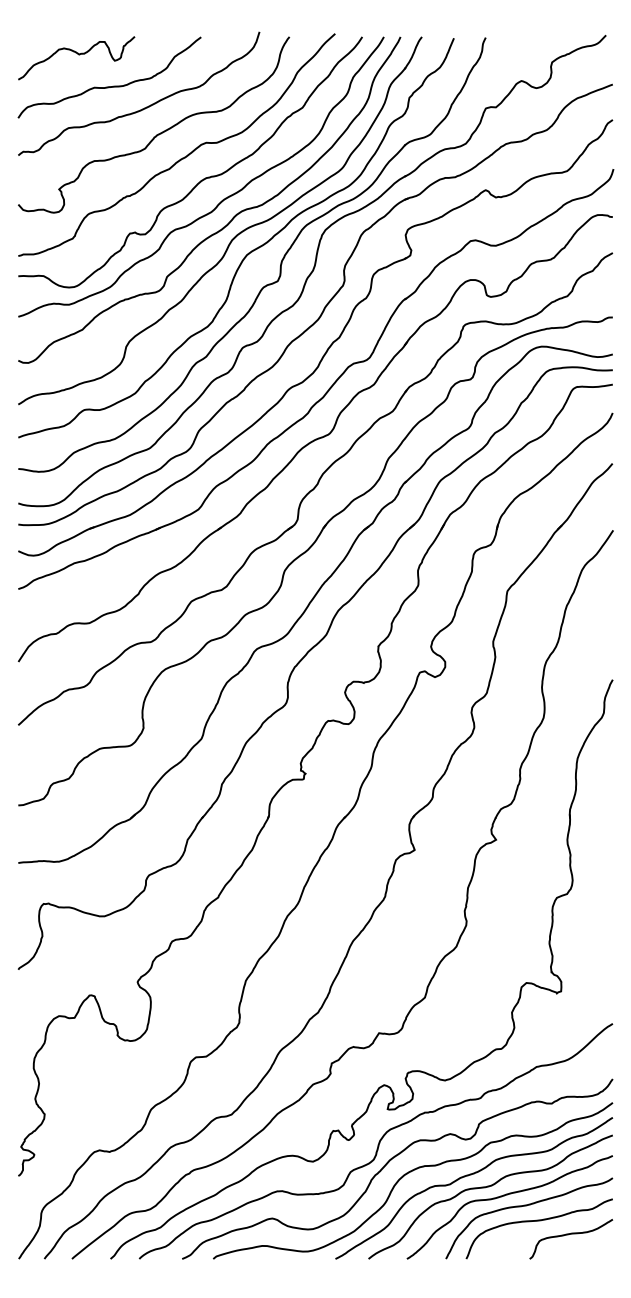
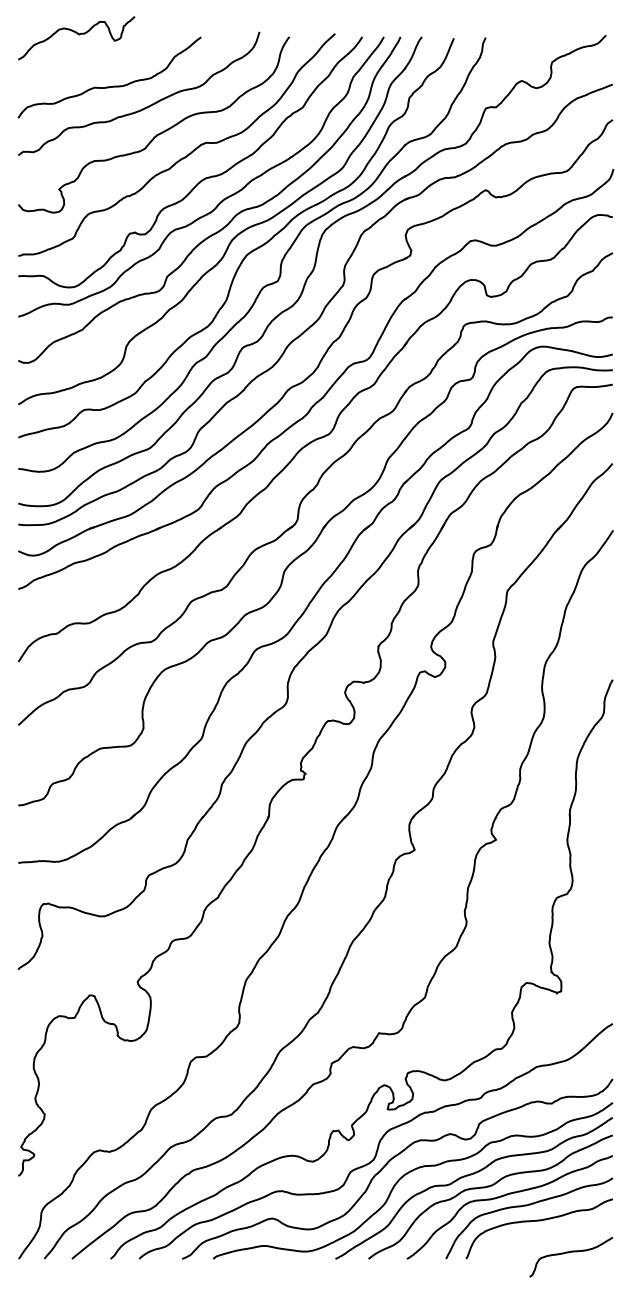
curve at (78, 55) position: (78, 55) -> (78, 35)
curve at (571, 1234) position: (571, 1234) -> (571, 1252)
